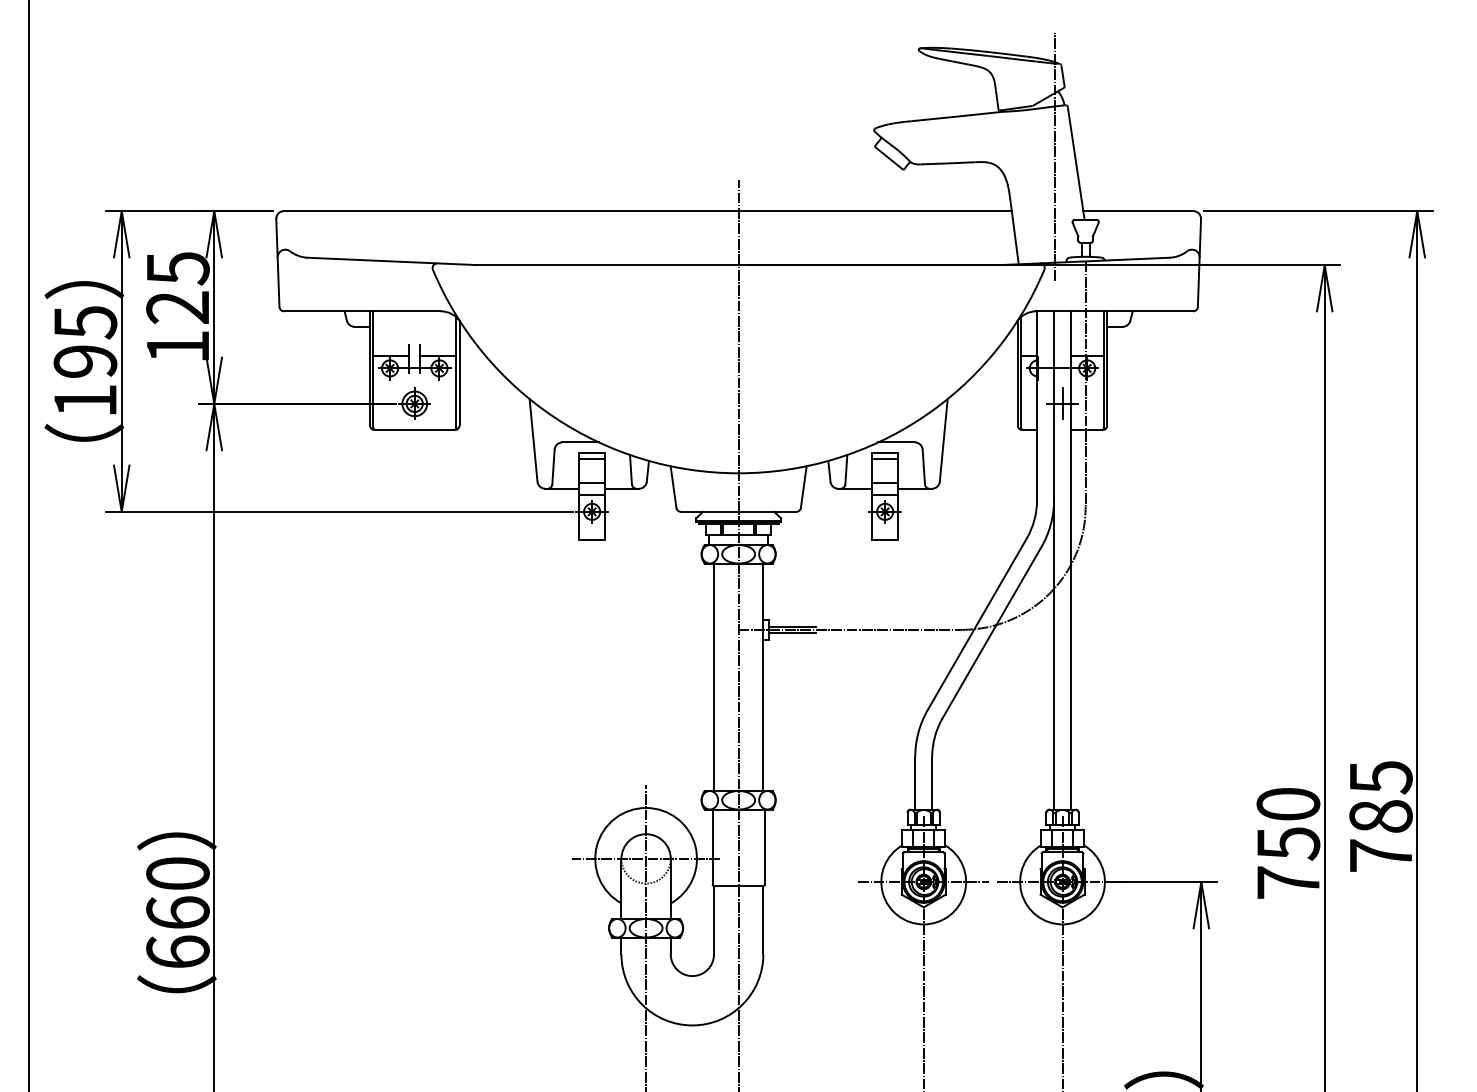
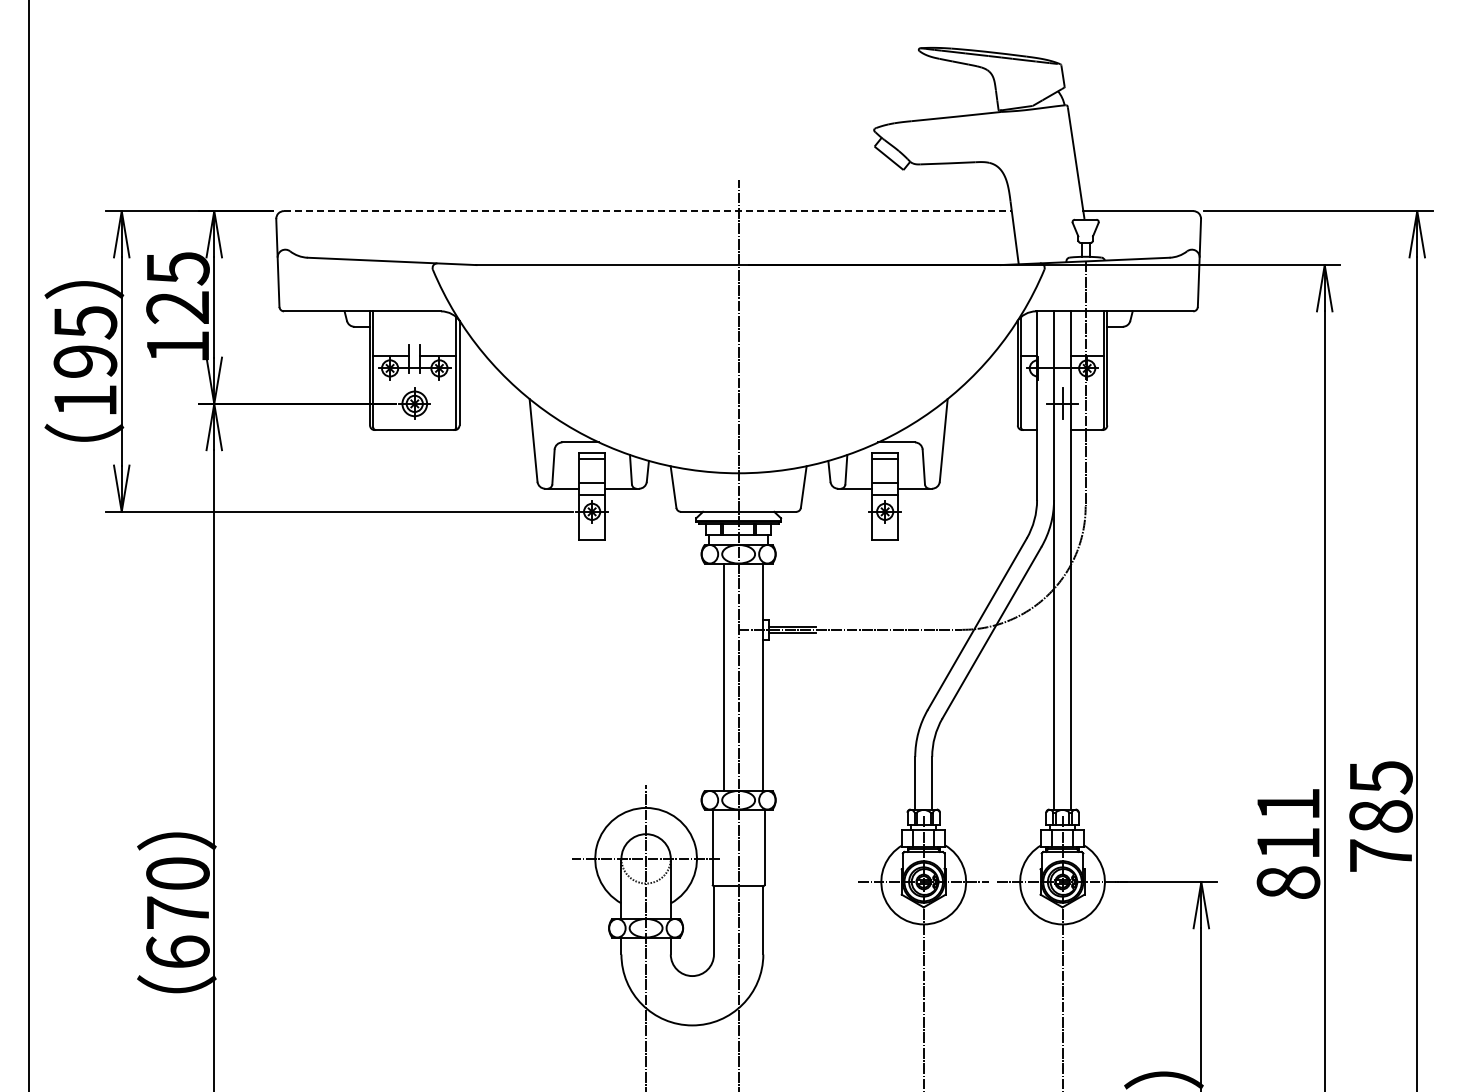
line at (1054, 156): present -> none
line at (647, 211): solid -> dashed
line at (714, 677) position: (714, 677) -> (724, 677)
text at (1288, 843): 750 -> 811
text at (177, 912): 660 -> 670
